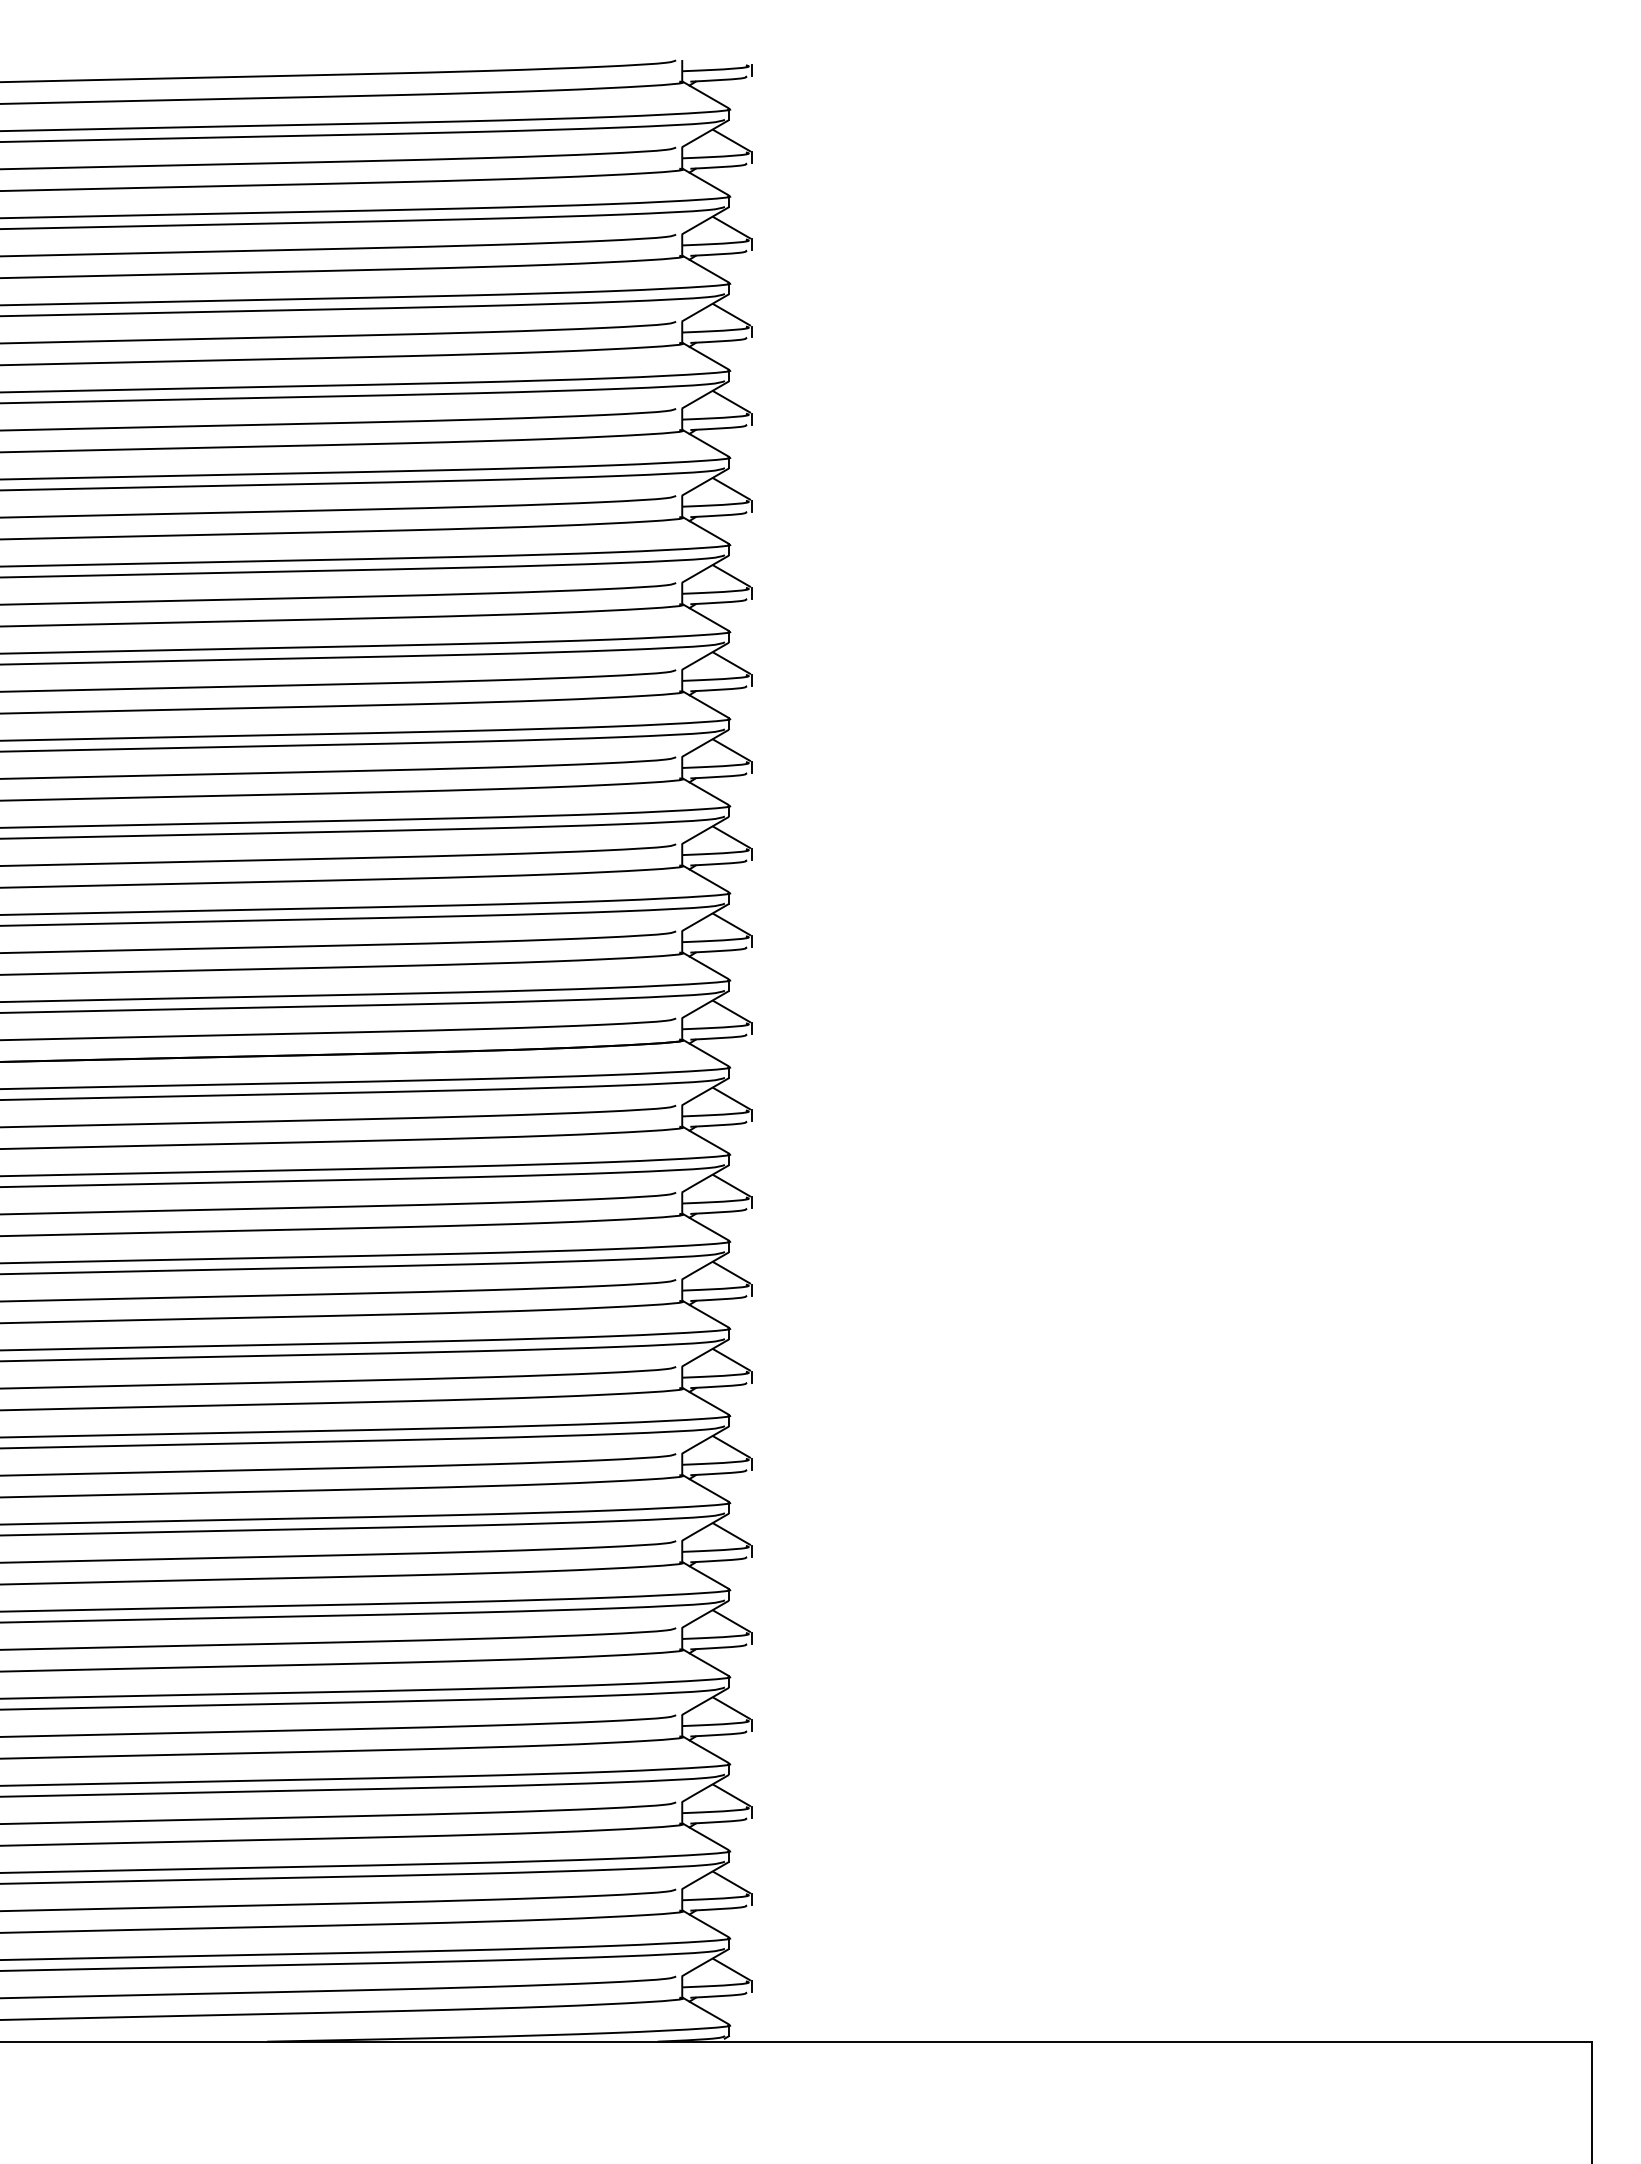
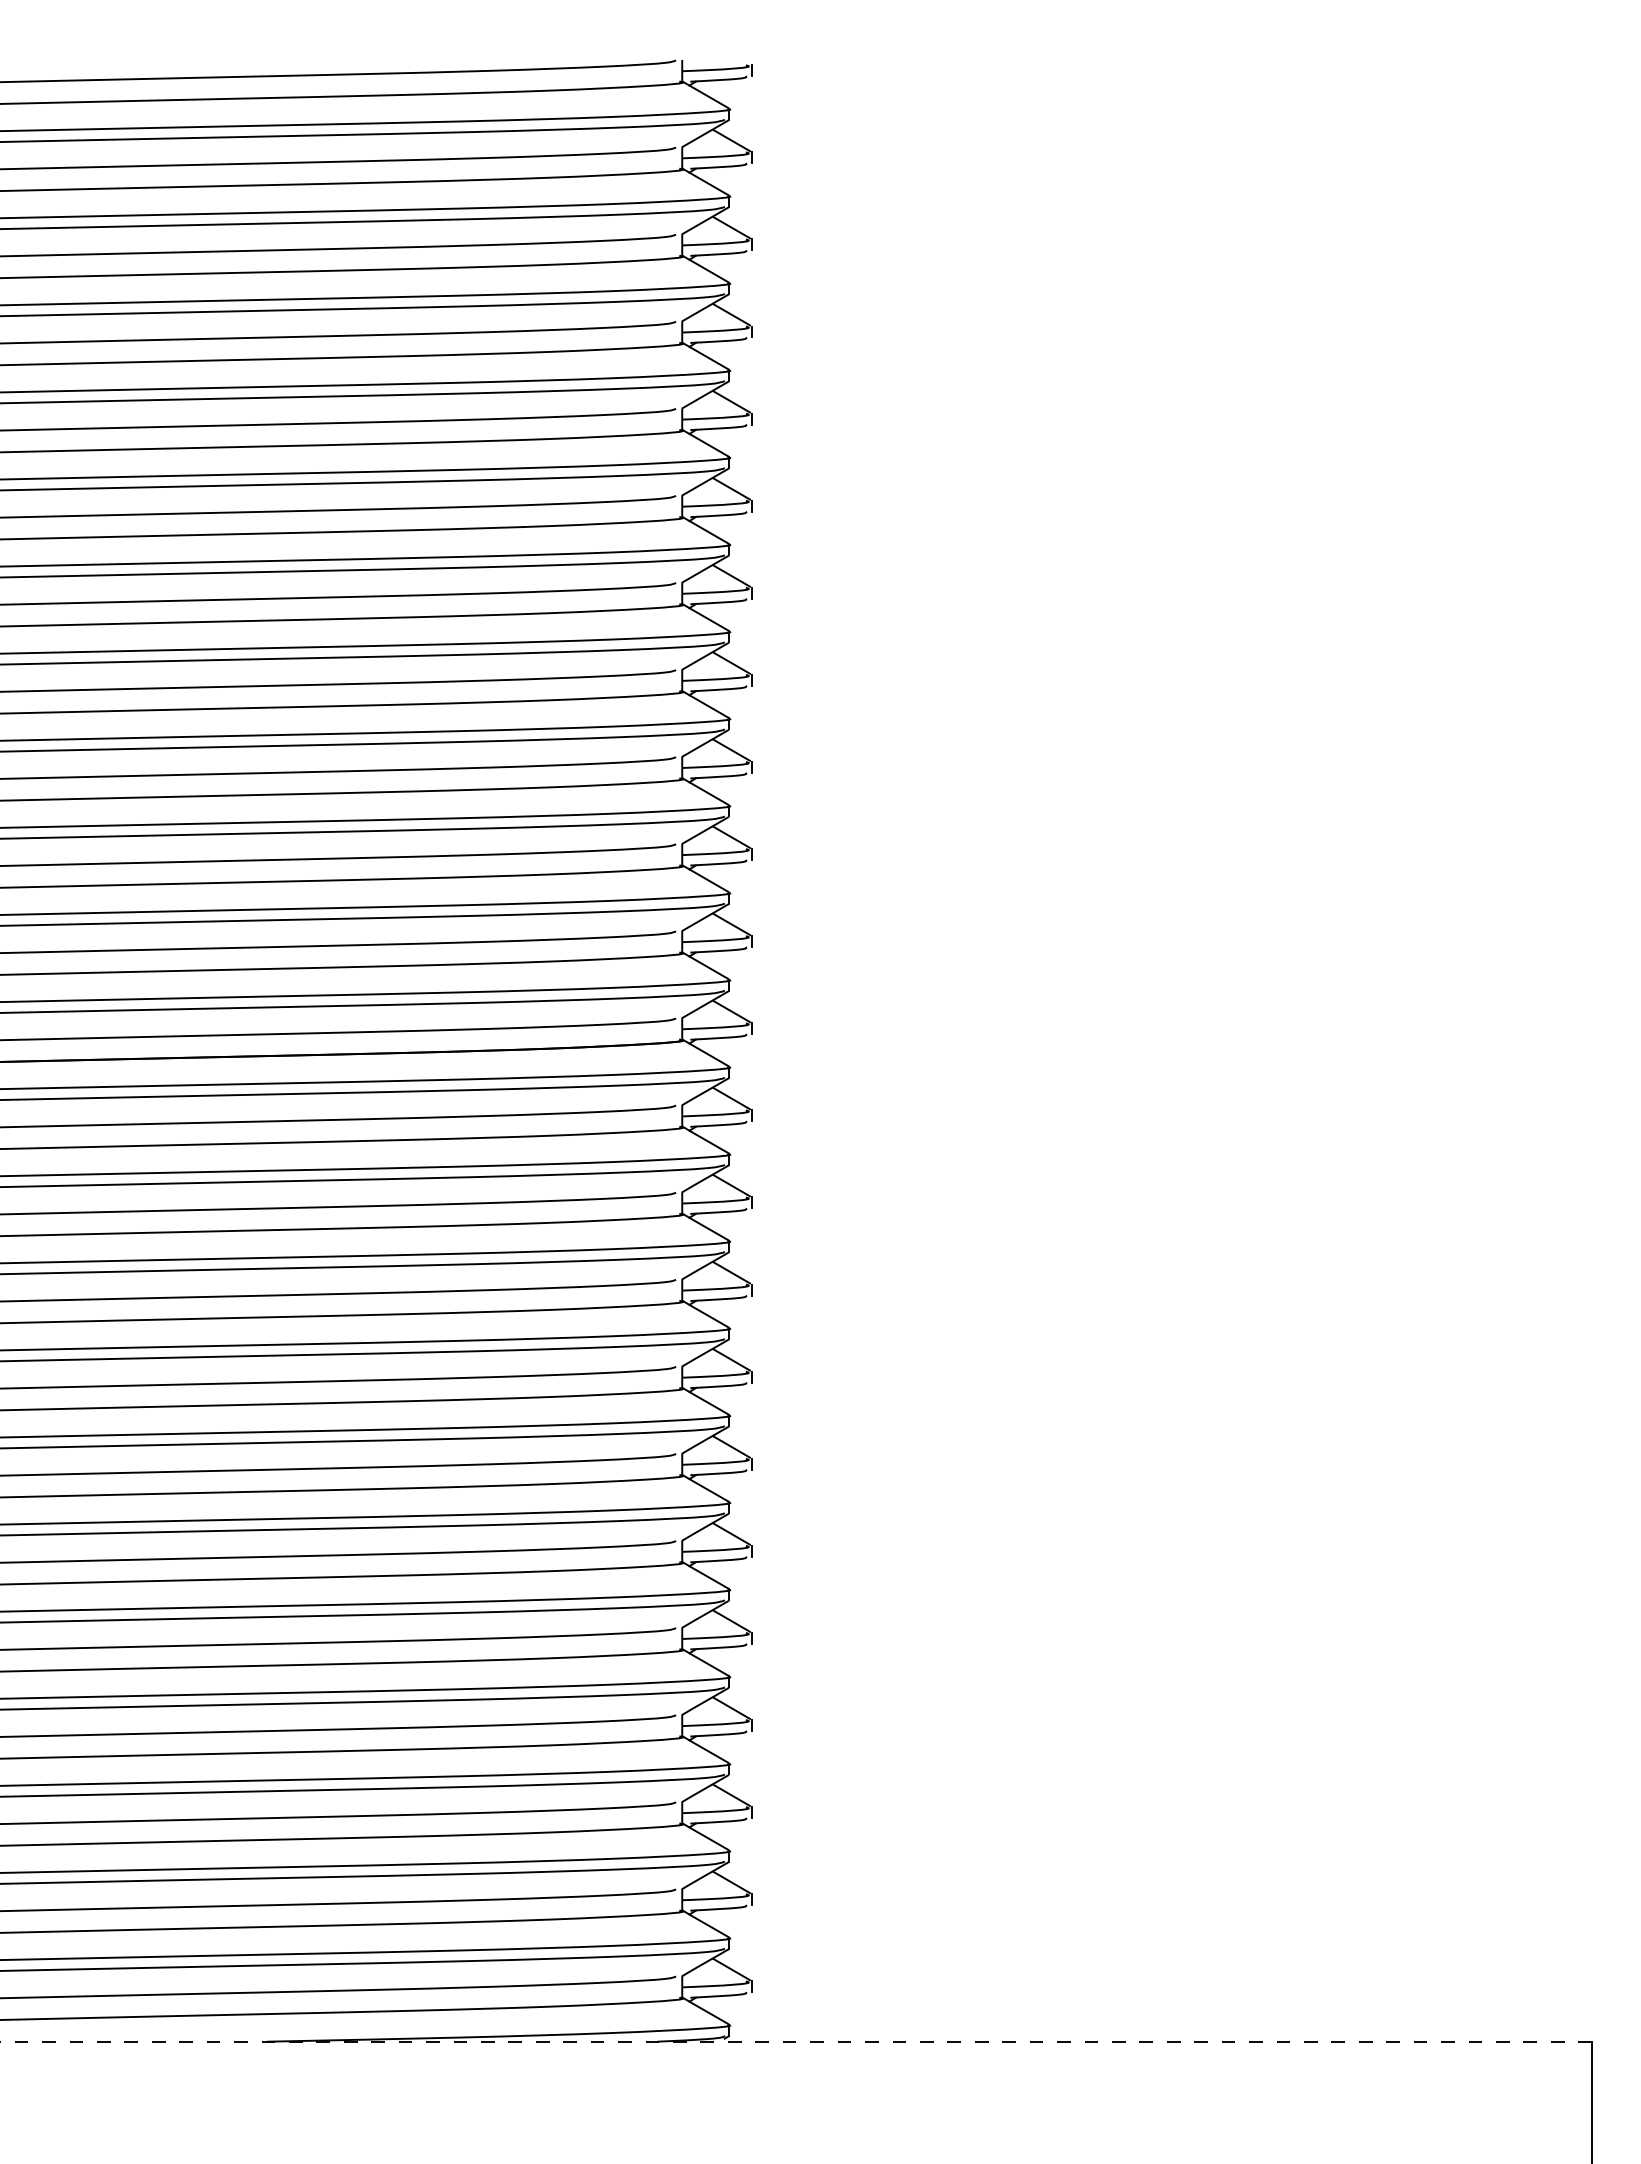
line at (795, 2041): solid -> dashed
